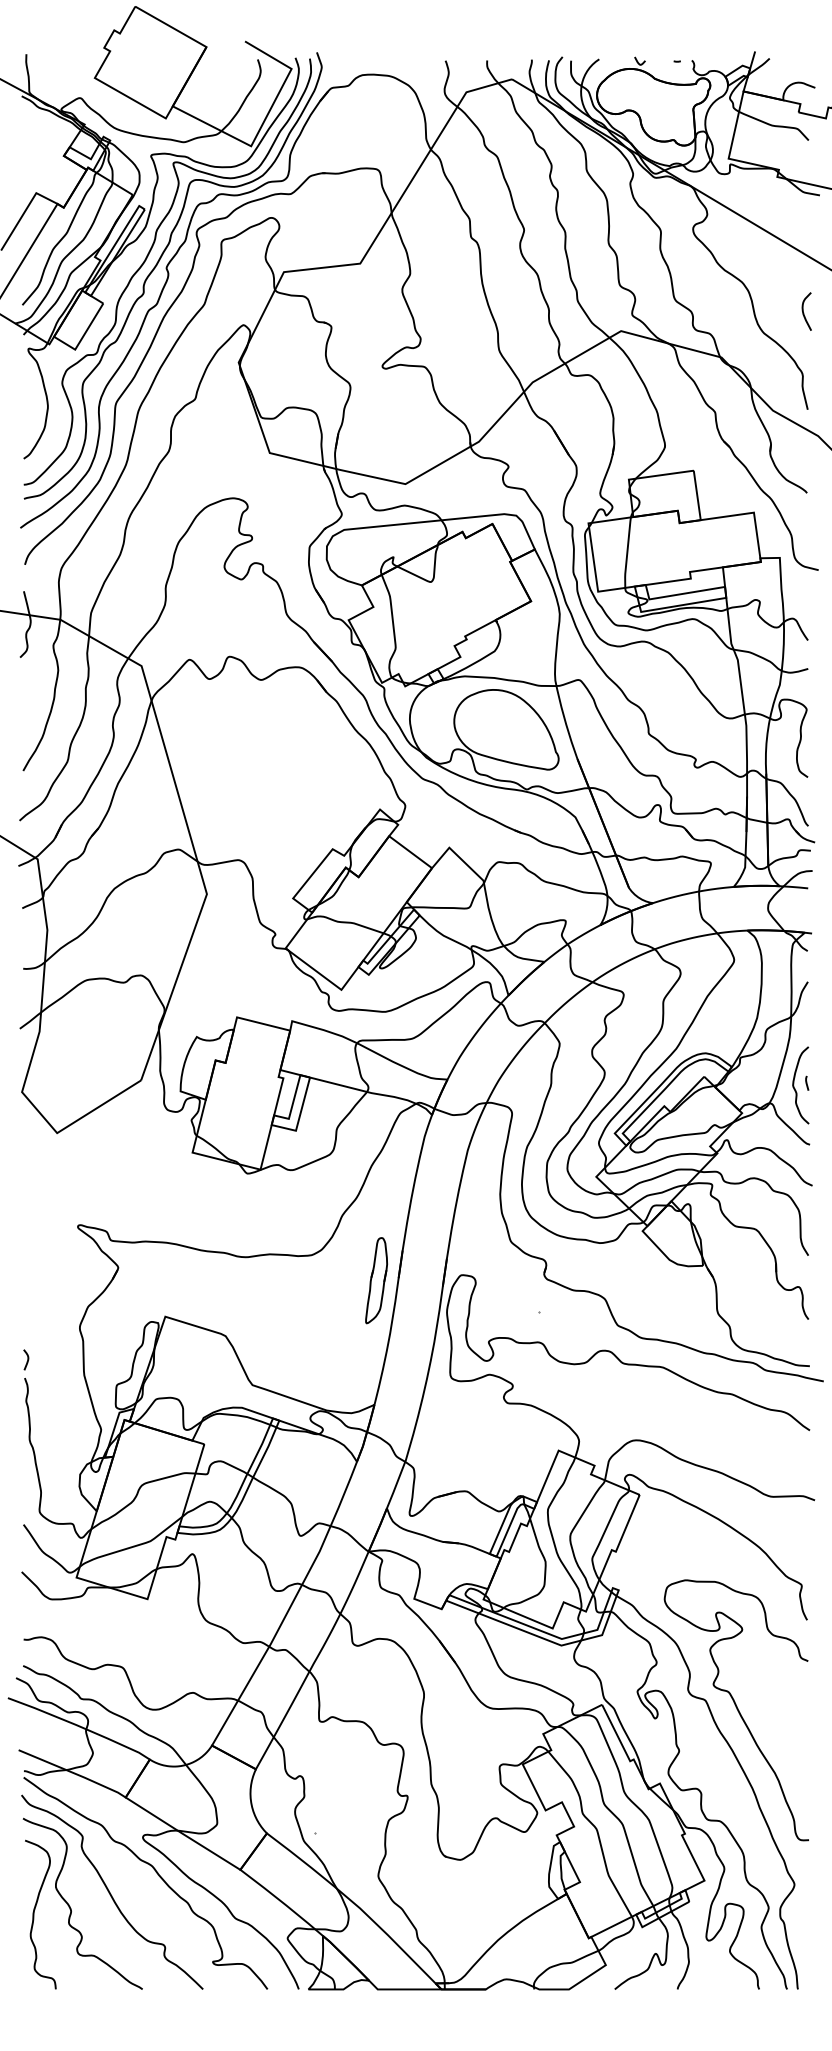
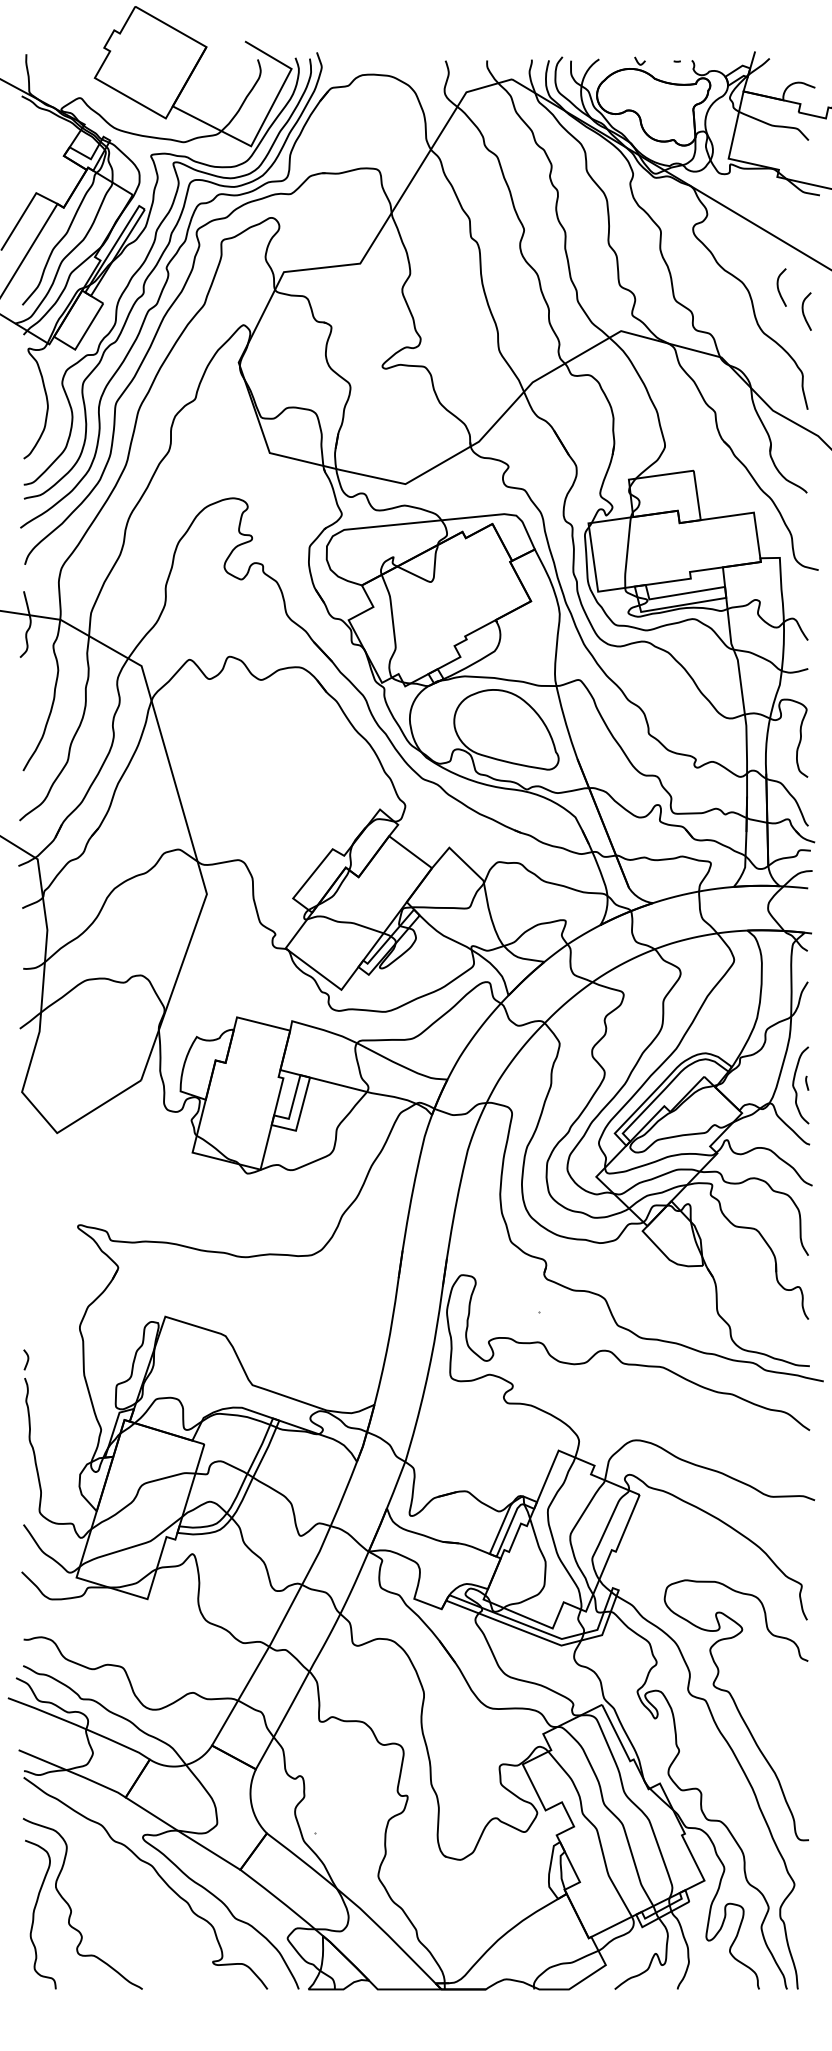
curve at (779, 289): none -> present
part at (376, 1280): present -> none
curve at (110, 1892): present -> none
